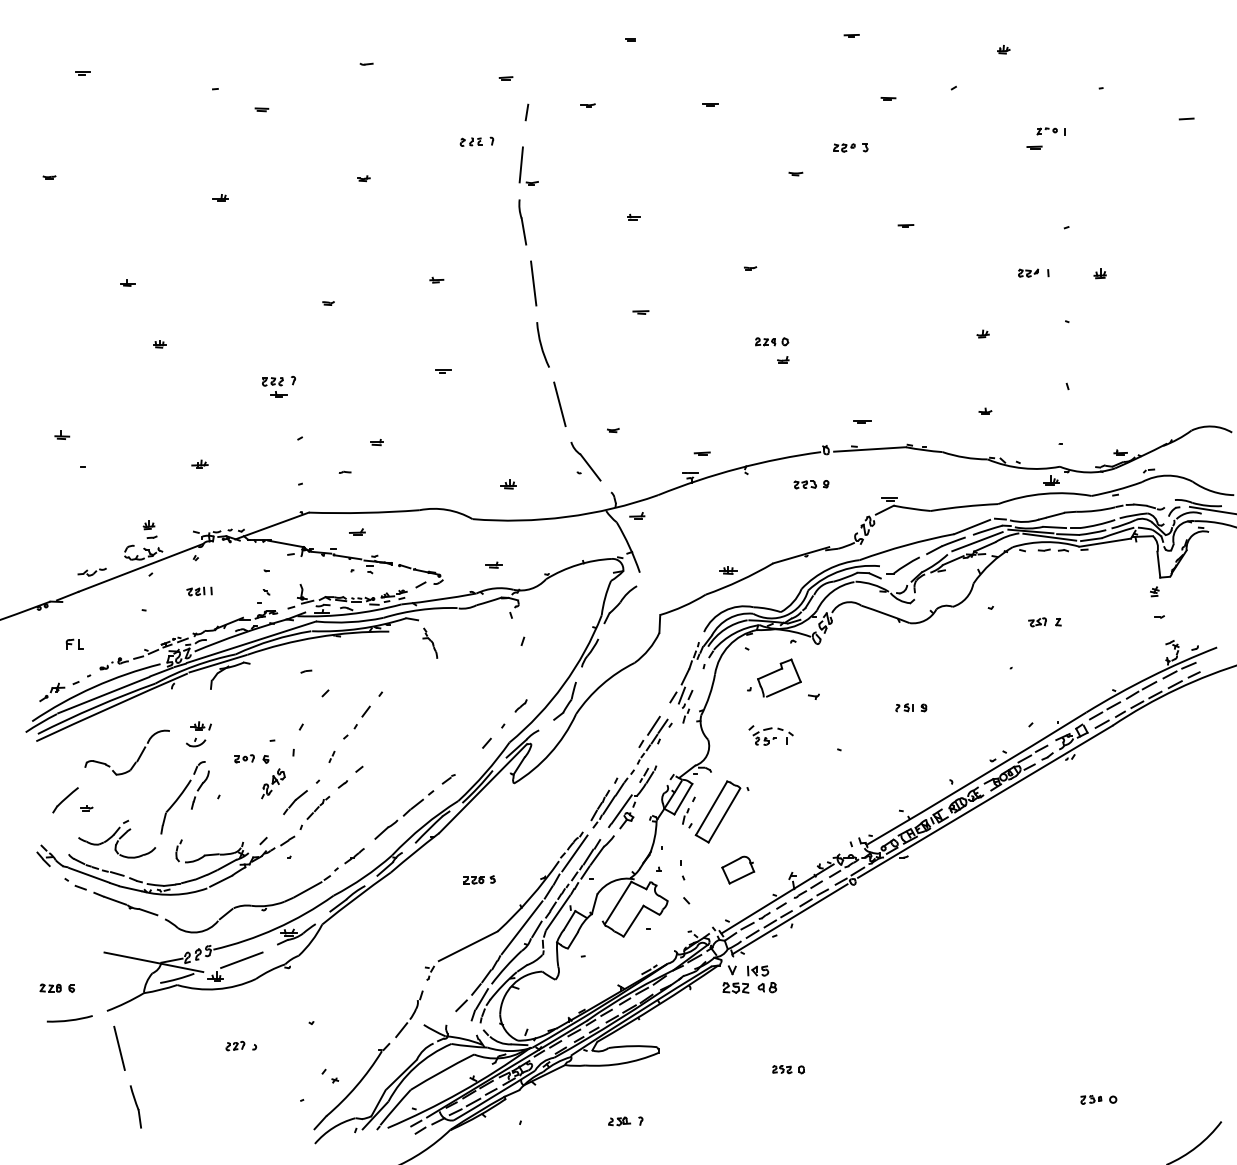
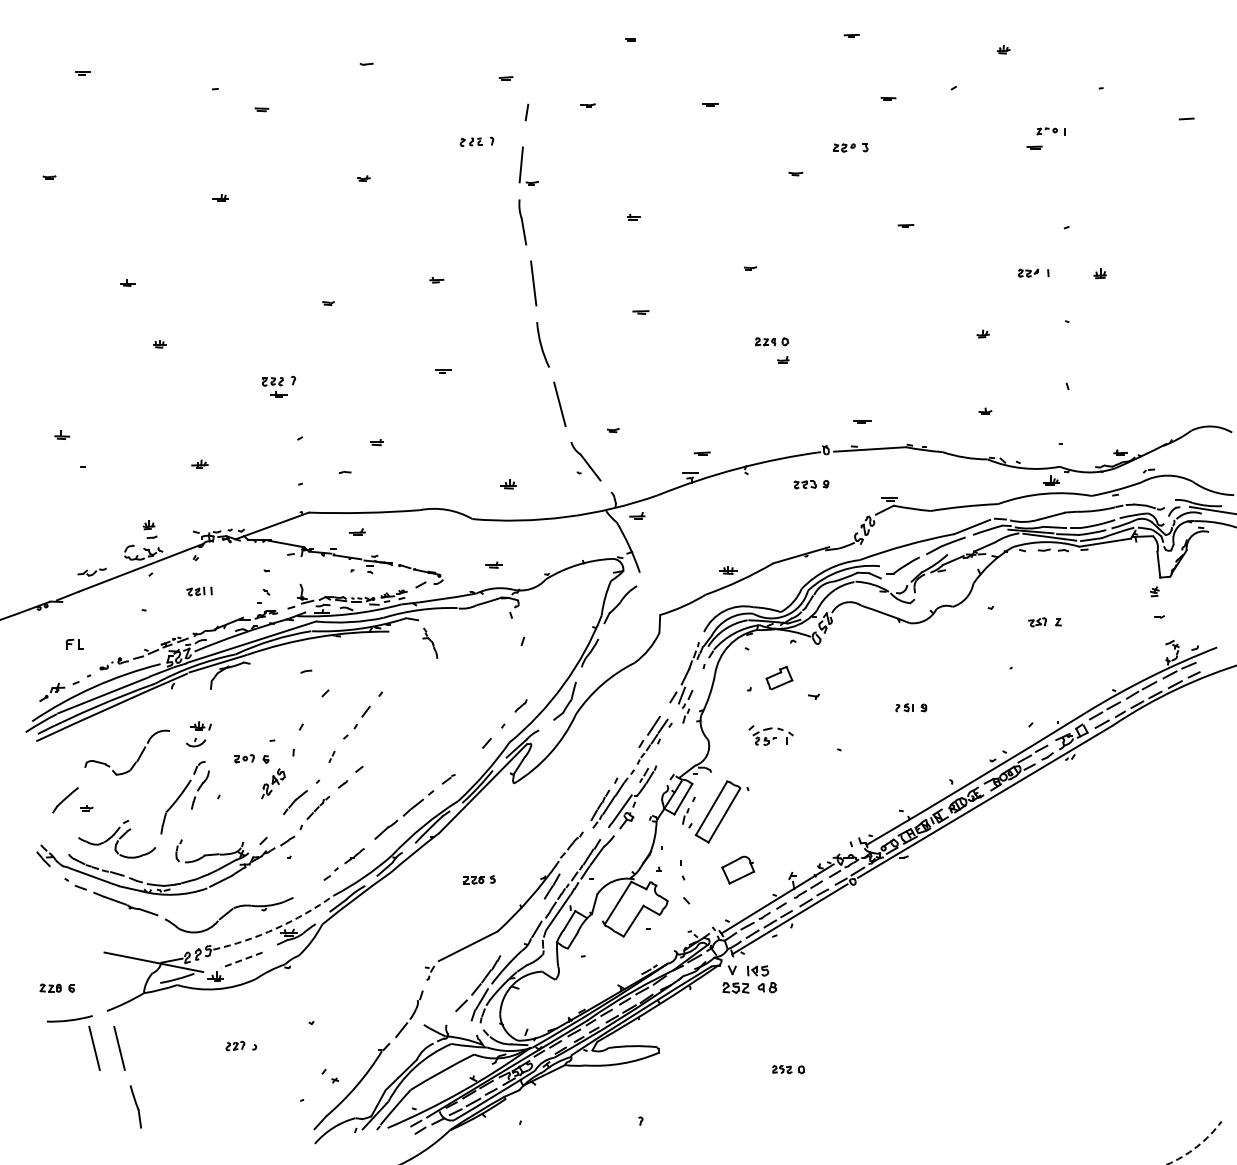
line at (977, 541): present -> none
part at (779, 677) size: 45x40 px -> 29x25 px
line at (574, 853): present -> none
line at (307, 889): present -> none
line at (521, 927): present -> none
arc at (276, 928): solid -> dashed
line at (241, 960): solid -> dashed
line at (94, 1047): none -> present
part at (1098, 1099): present -> none
part at (619, 1121): present -> none
arc at (1196, 1146): solid -> dashed
